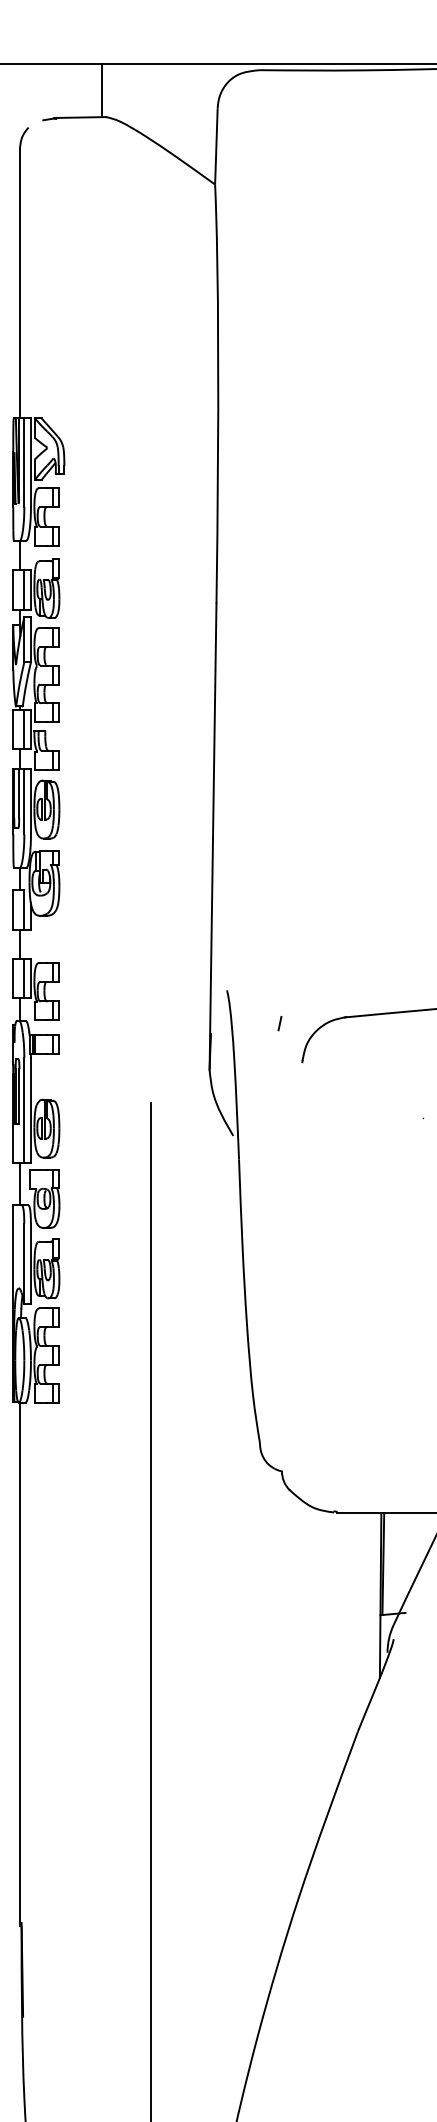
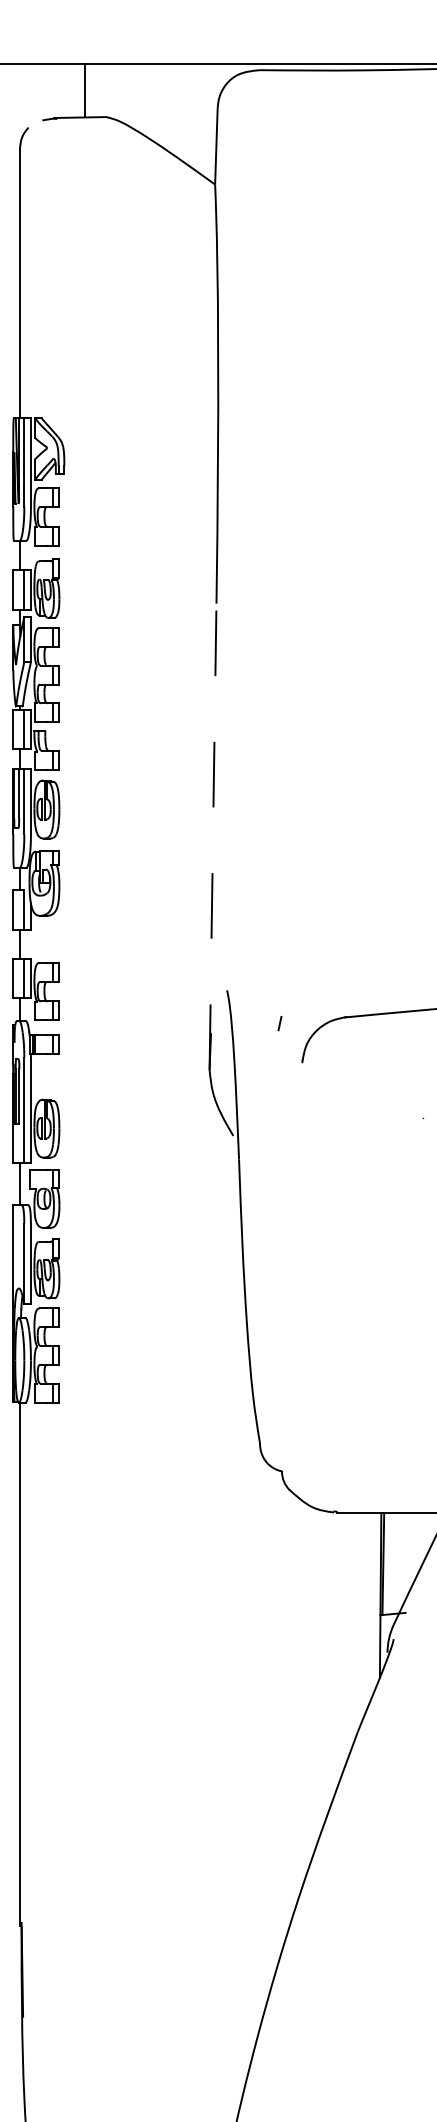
line at (101, 90) position: (101, 90) -> (84, 90)
line at (213, 836): solid -> dashed
line at (151, 1610): present -> none
